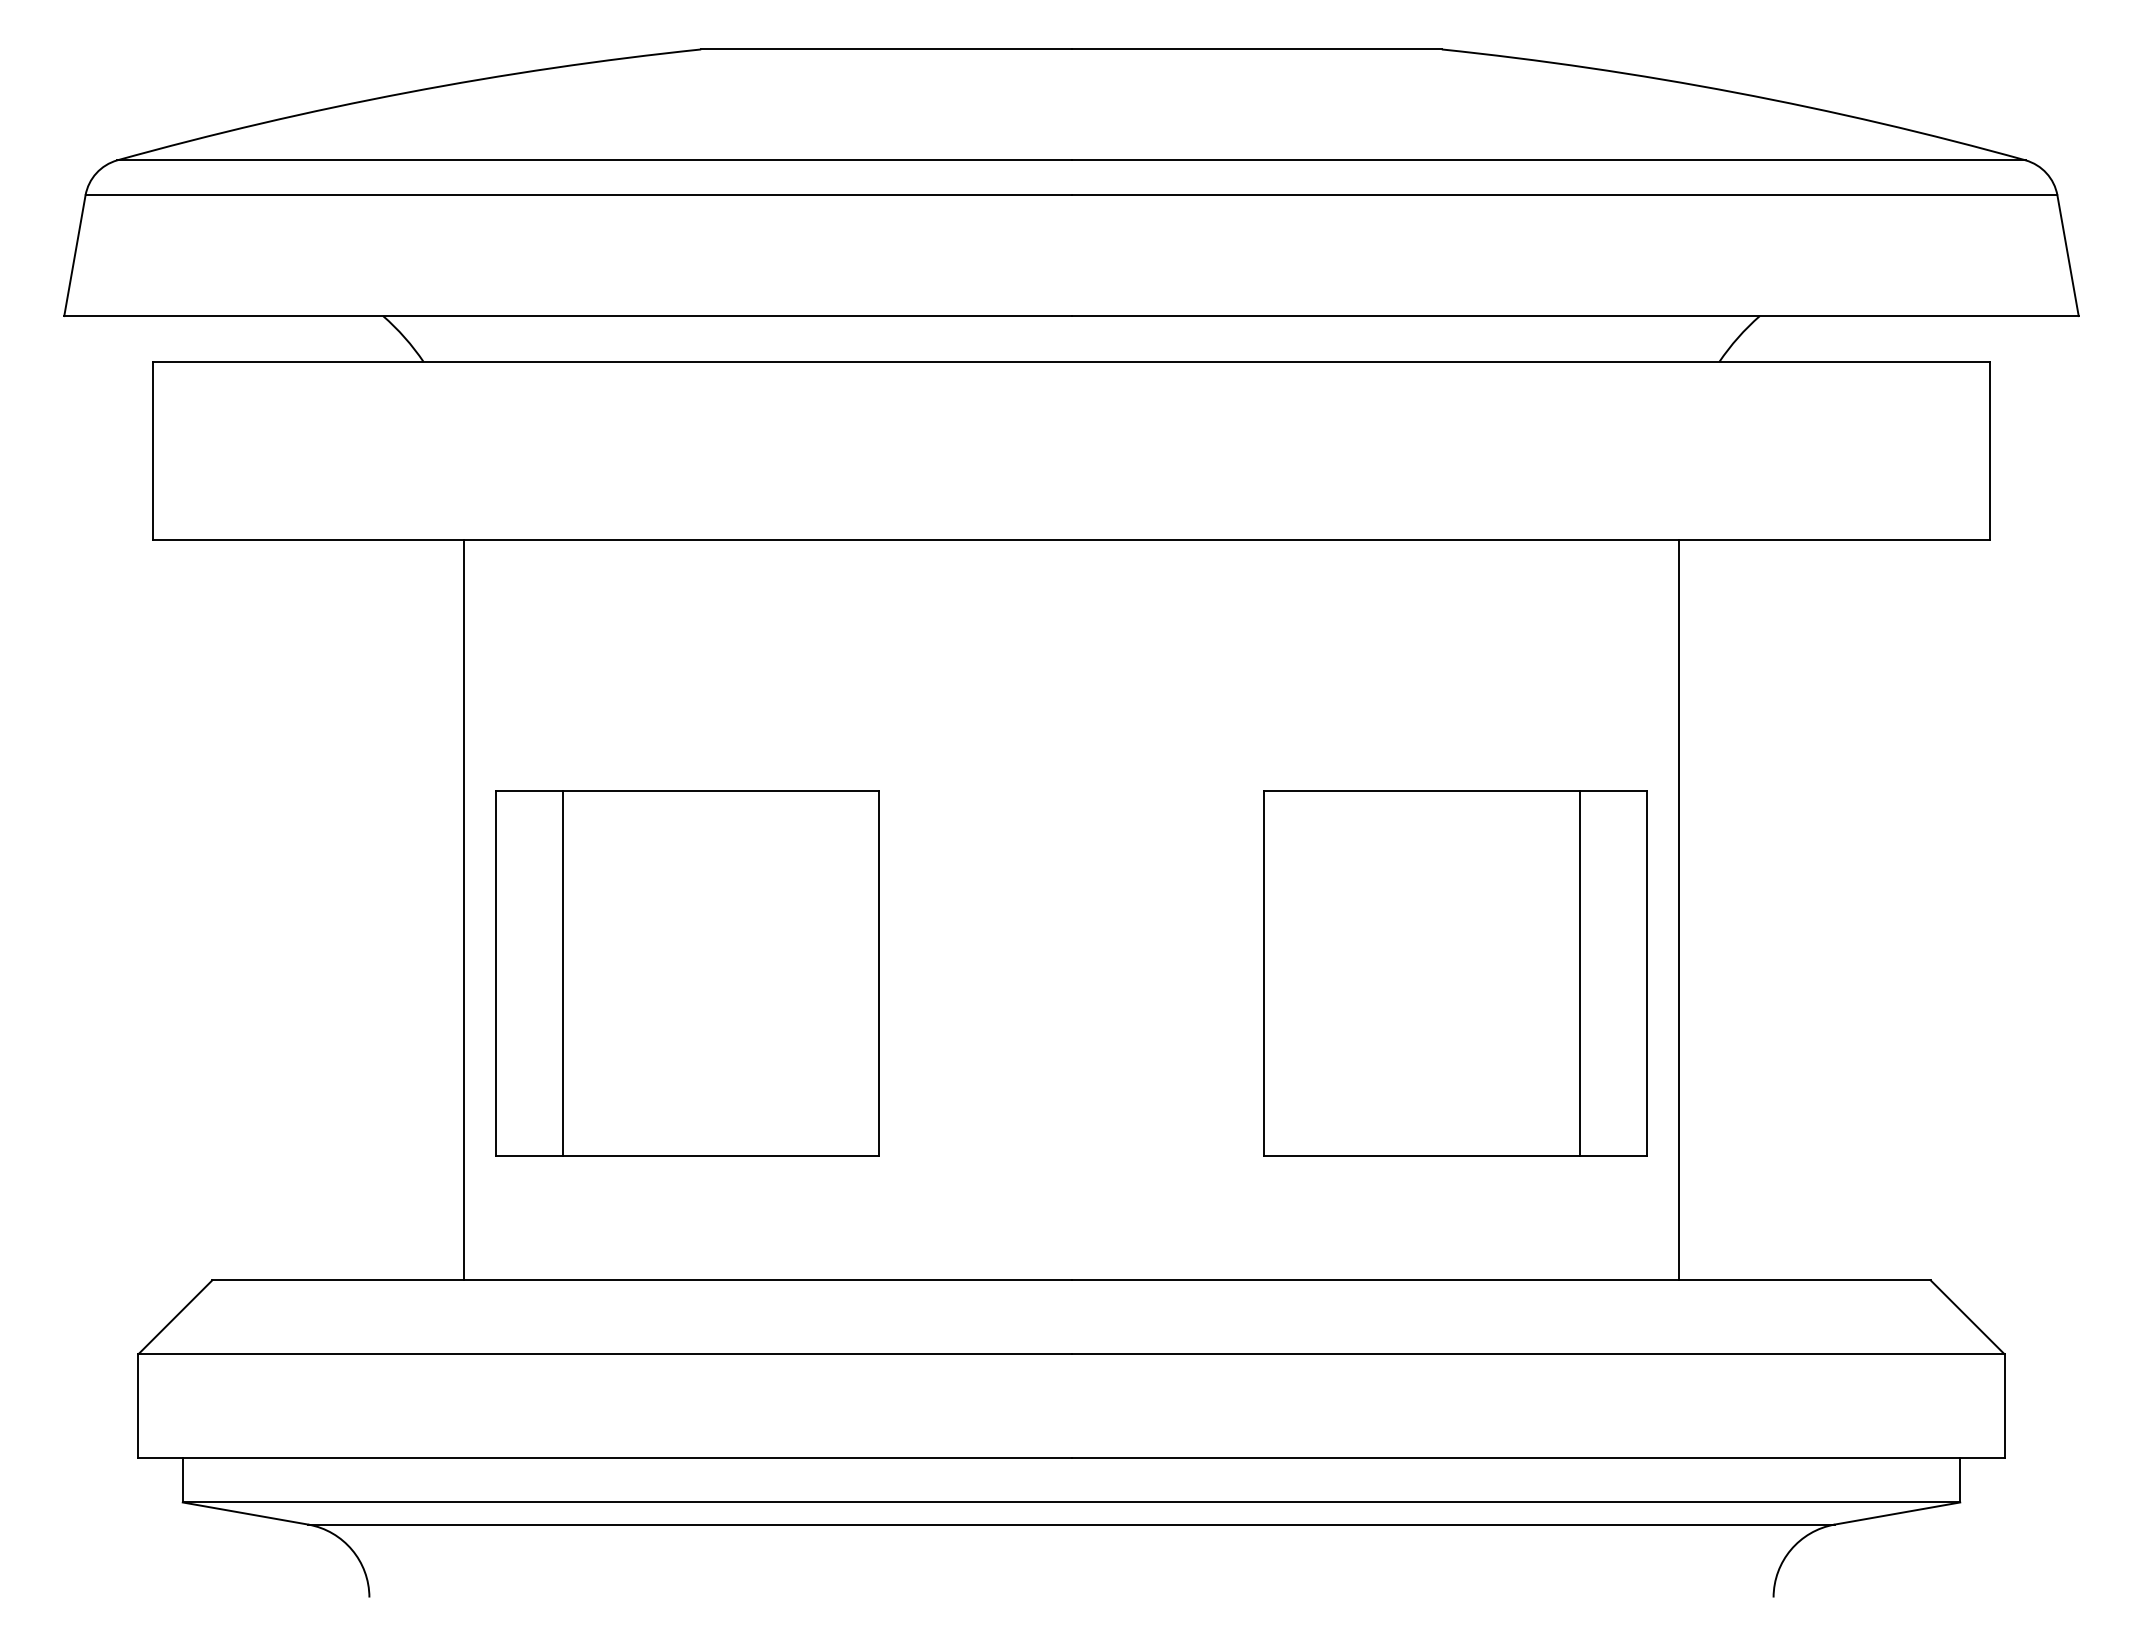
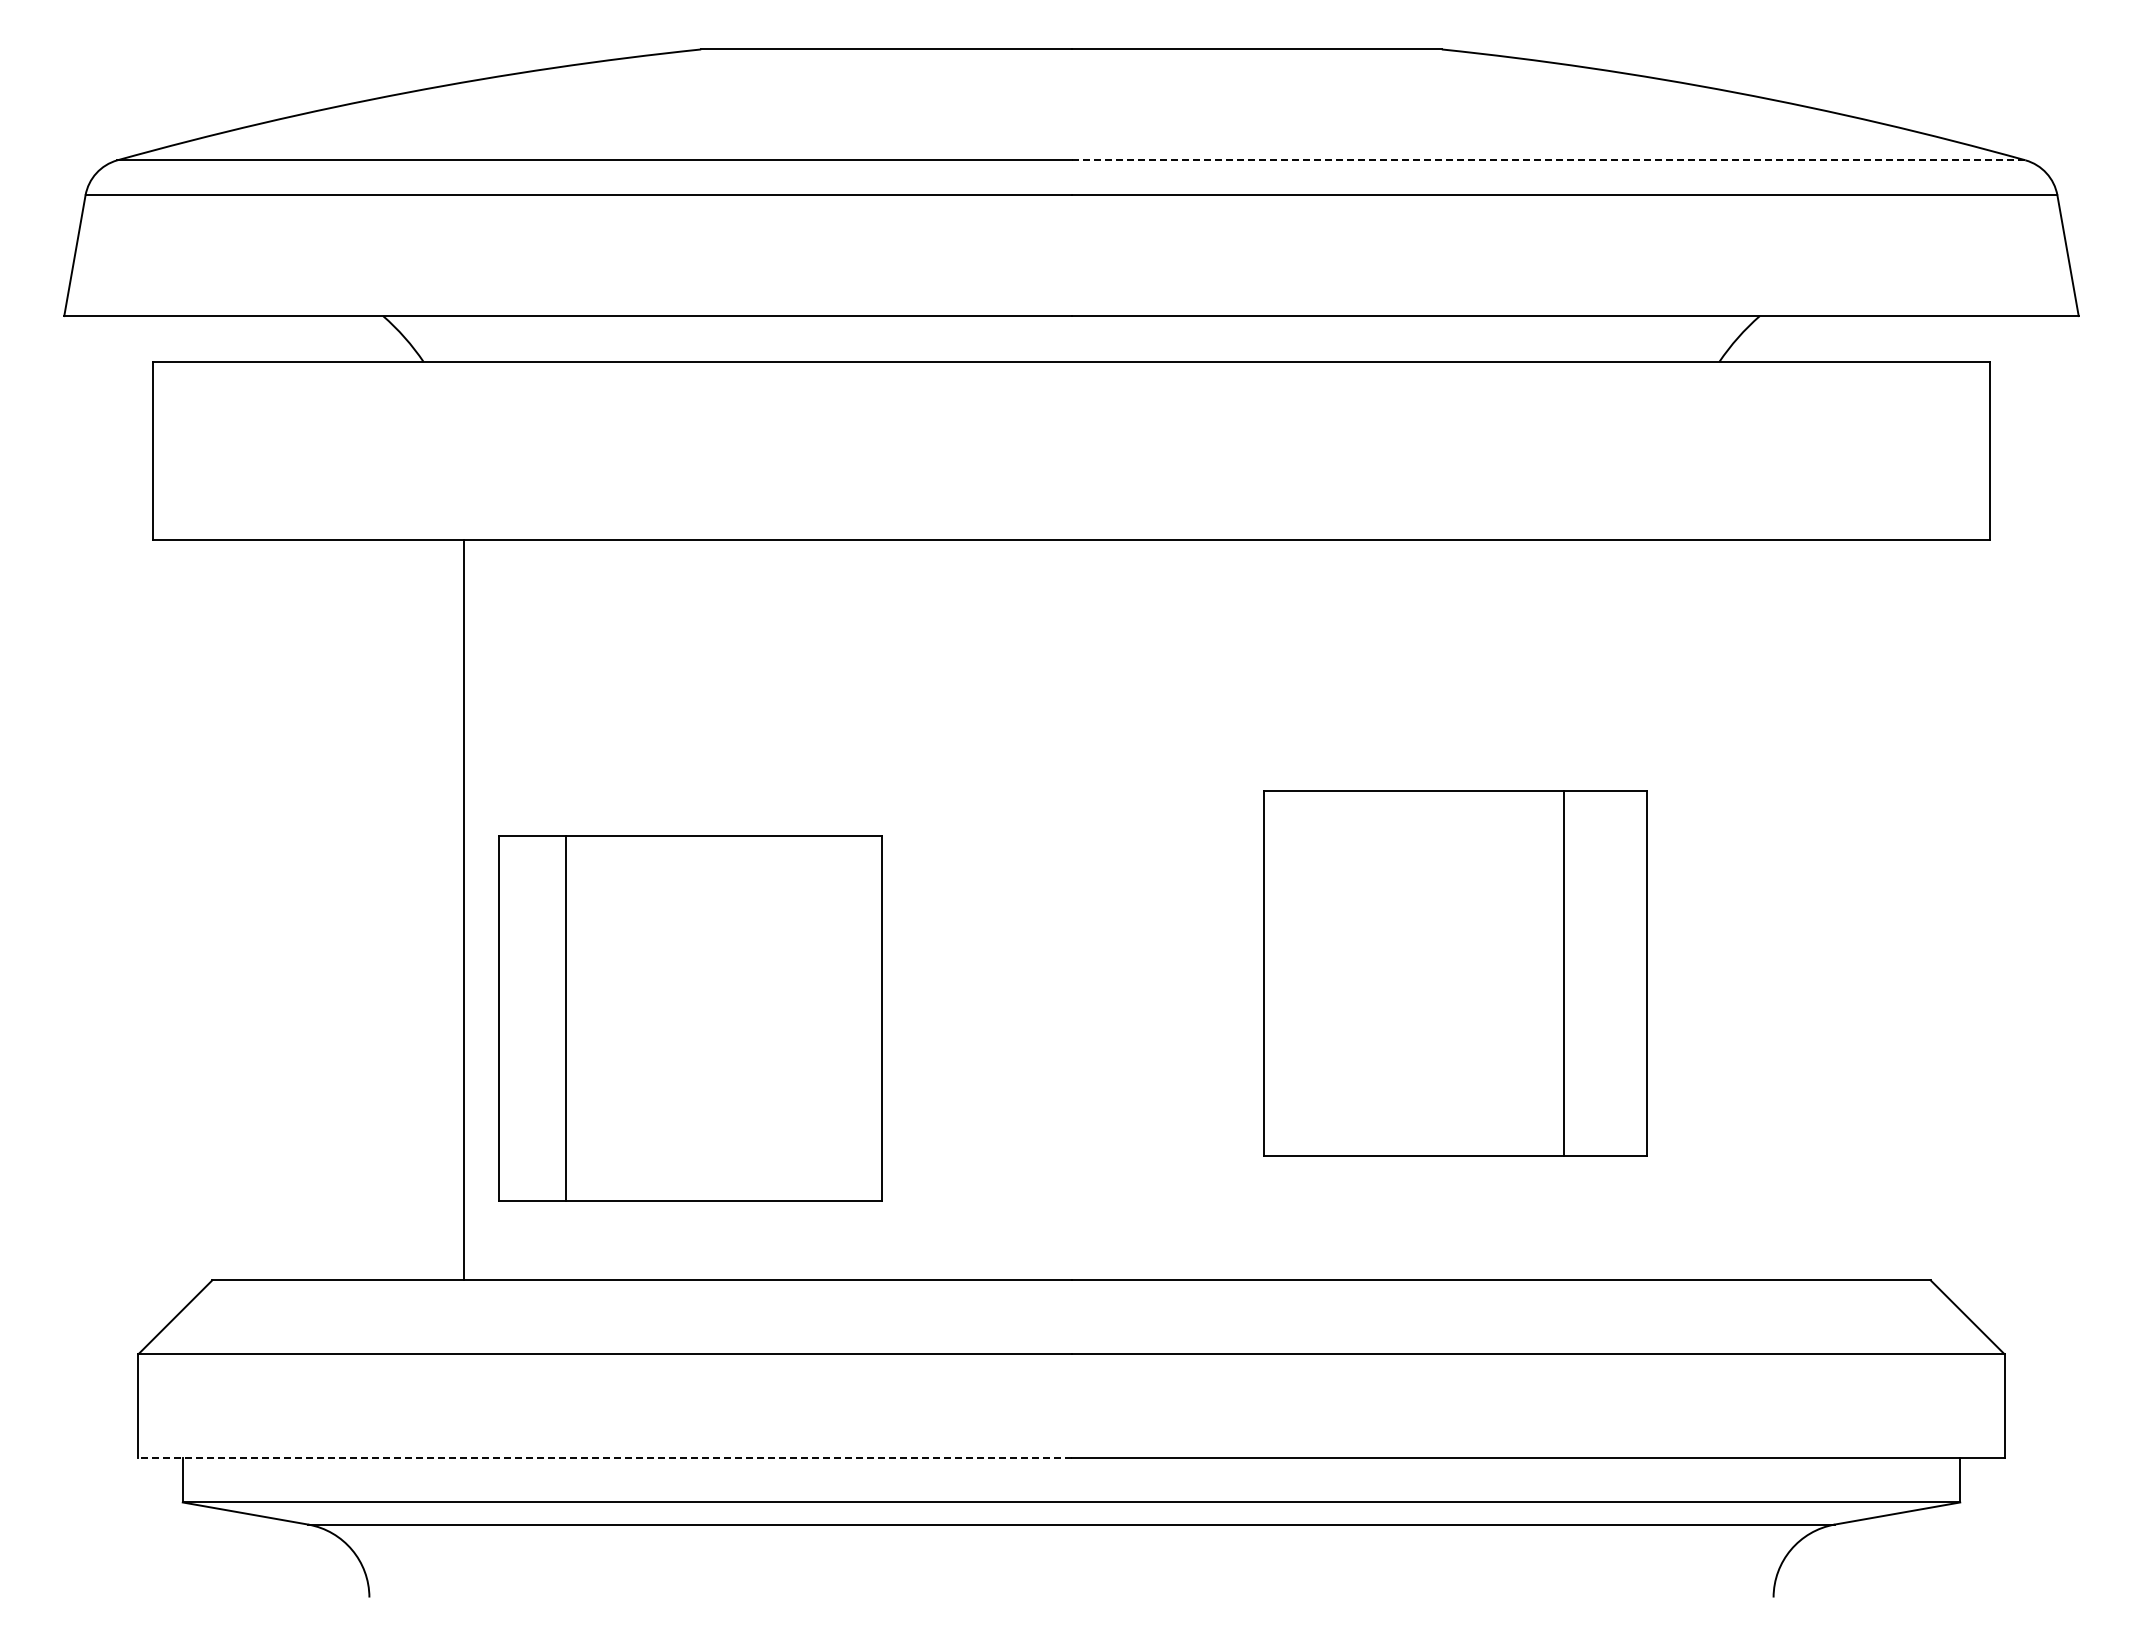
line at (1549, 160): solid -> dashed
line at (1678, 909): present -> none
part at (687, 973) position: (687, 973) -> (690, 1018)
line at (1579, 973) position: (1579, 973) -> (1563, 973)
line at (604, 1458): solid -> dashed
